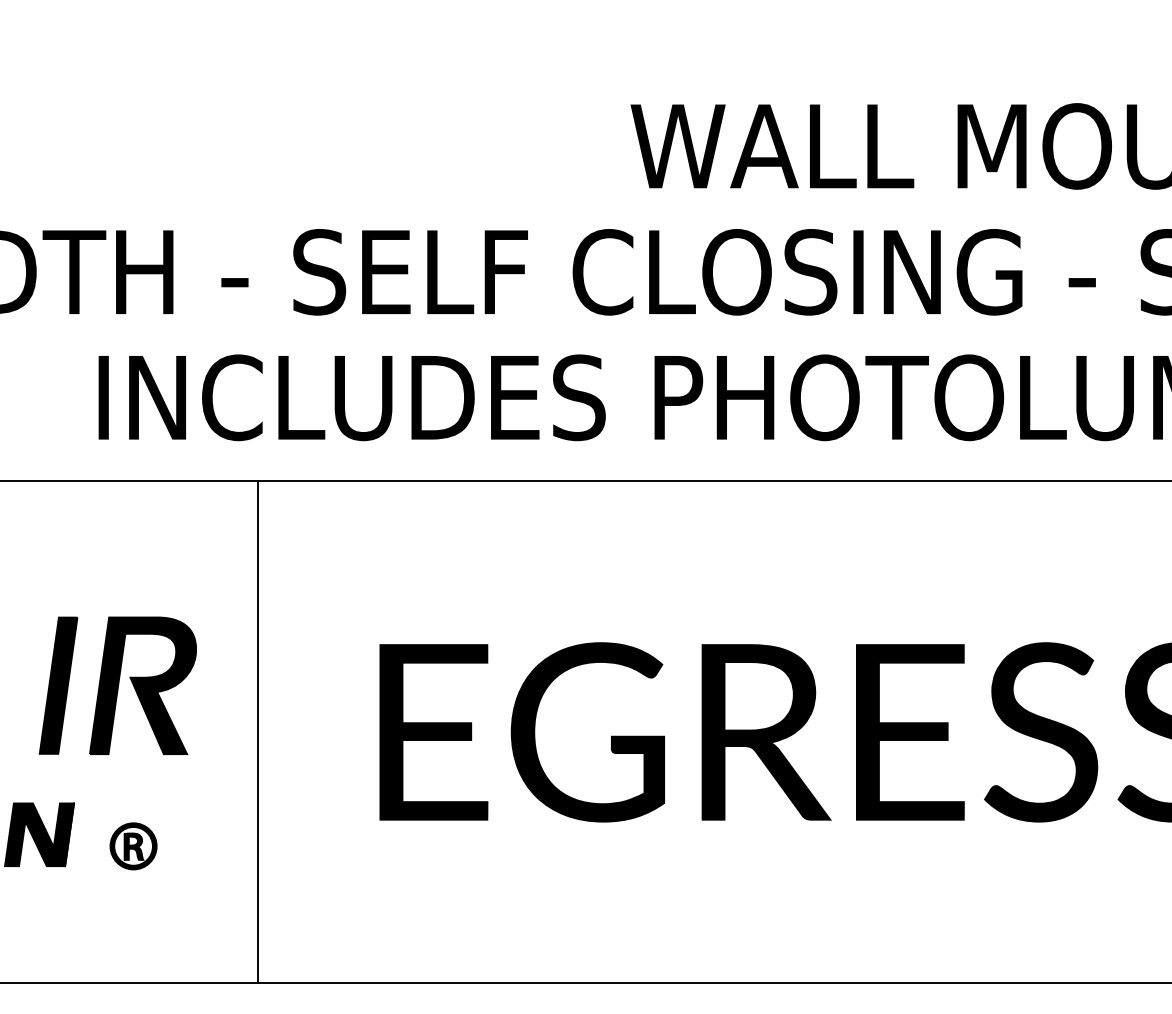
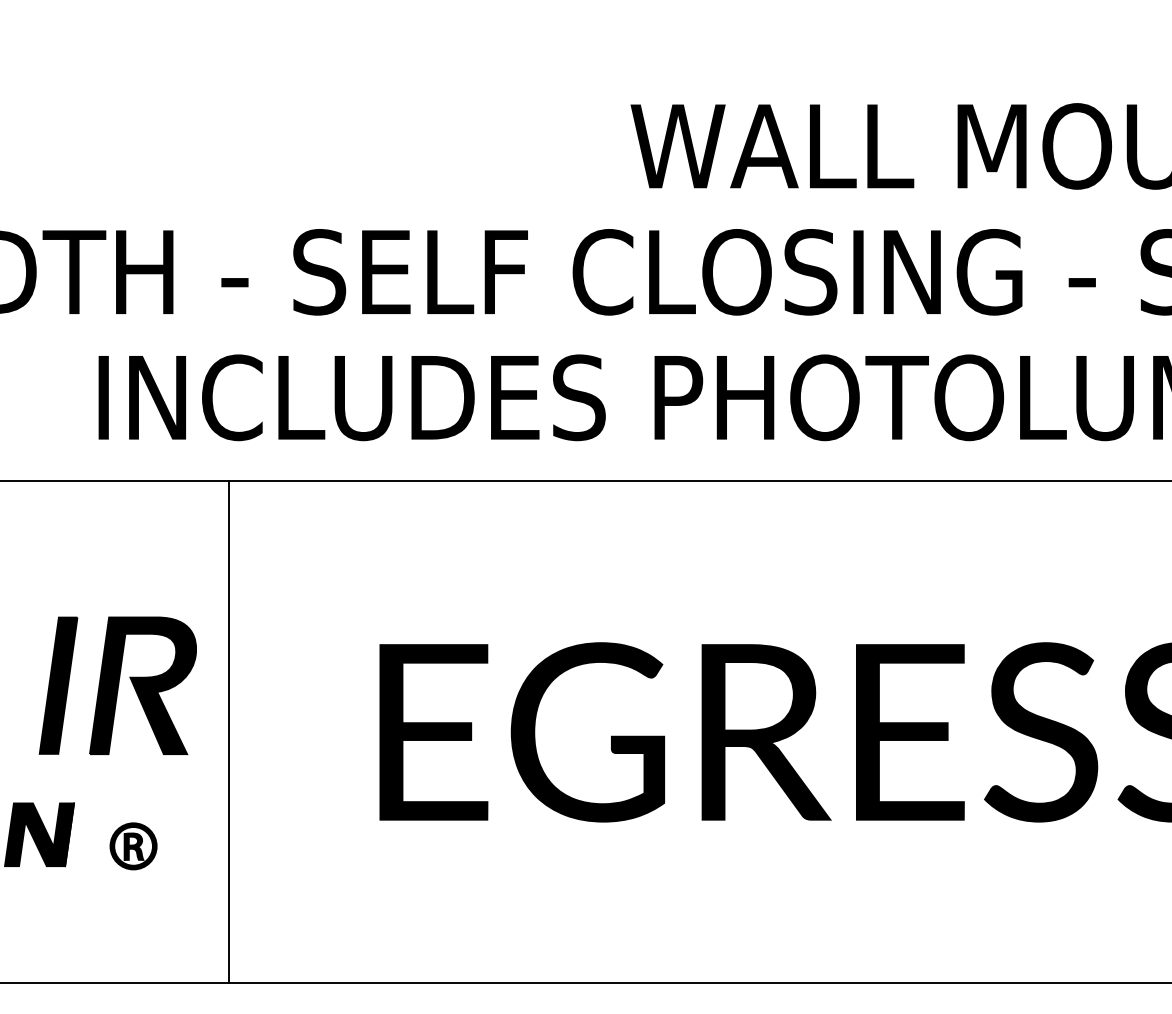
line at (257, 732) position: (257, 732) -> (228, 732)
